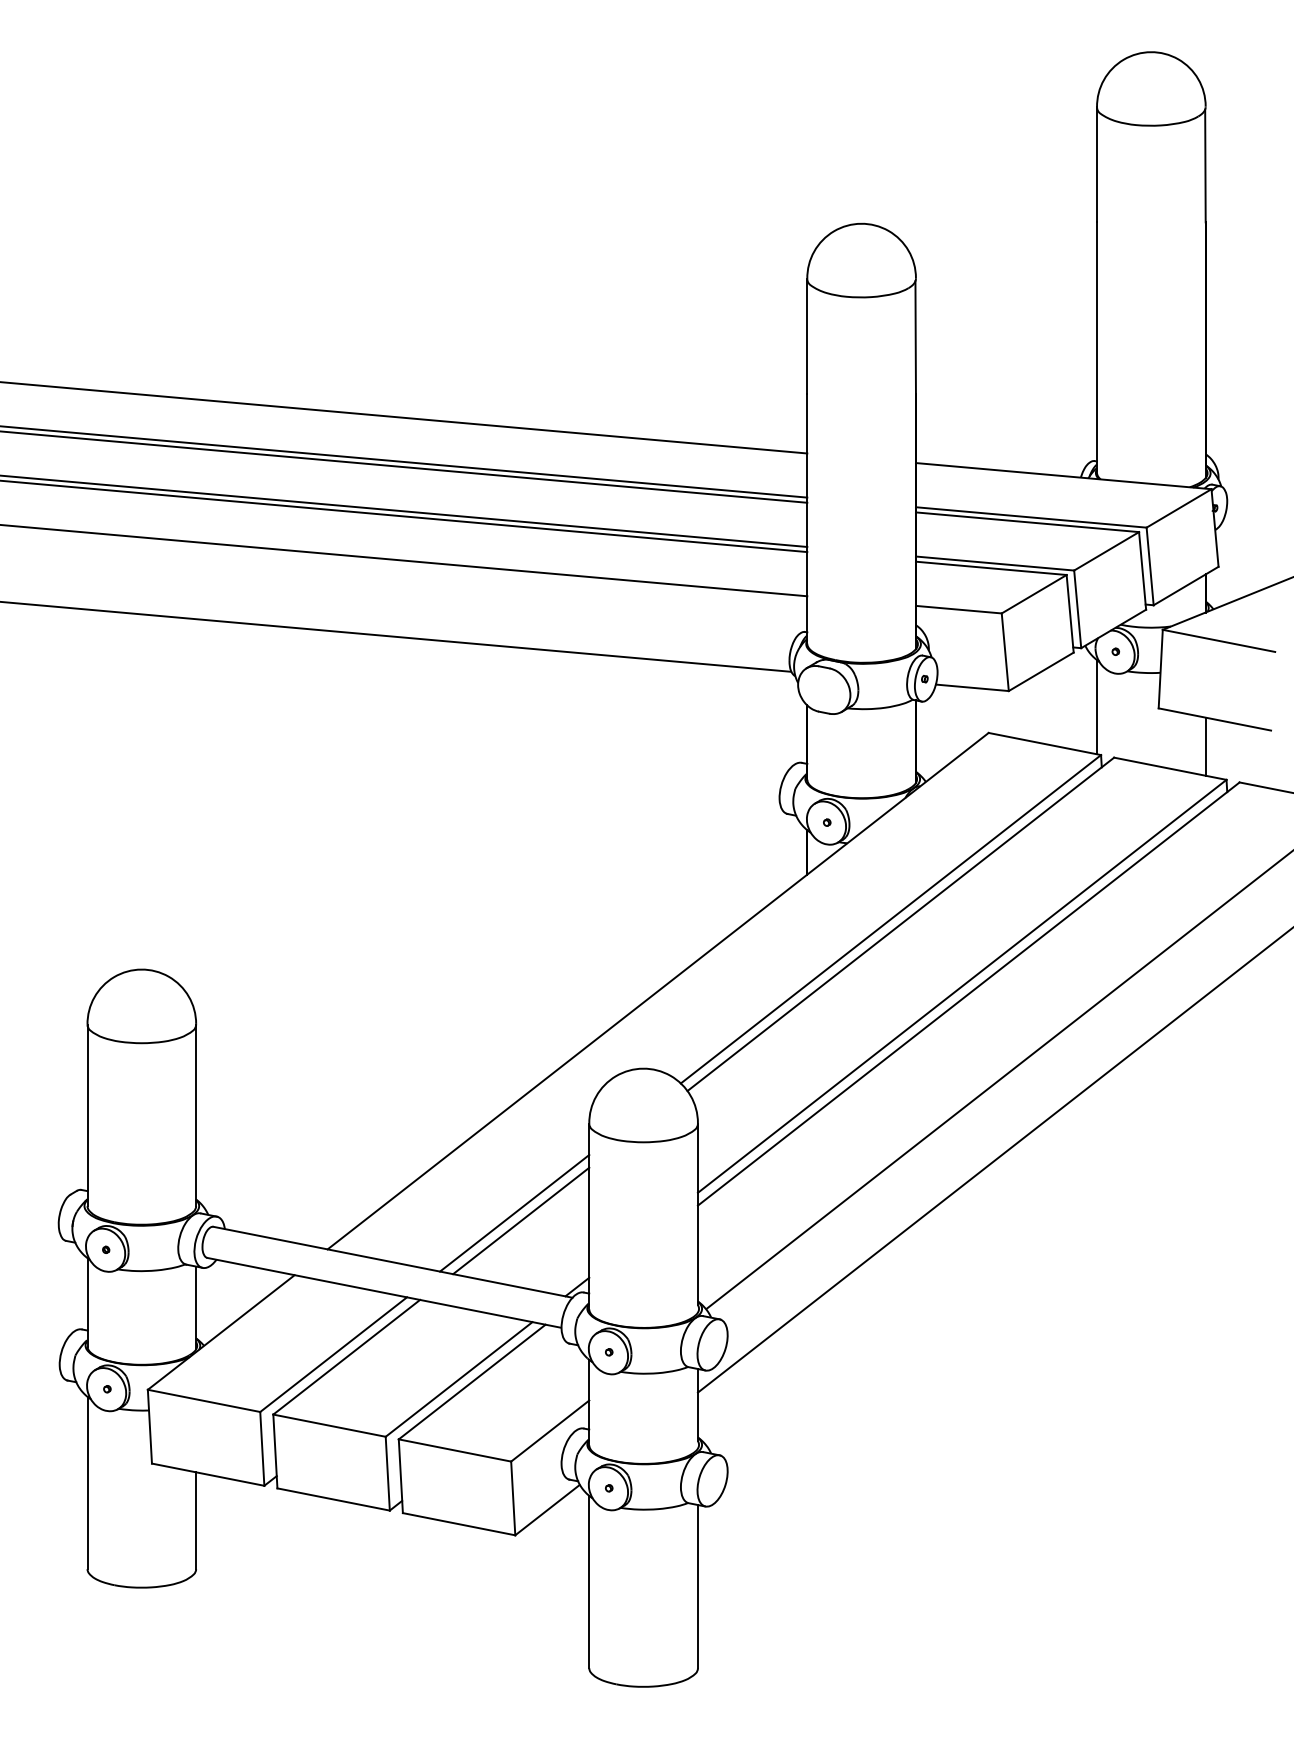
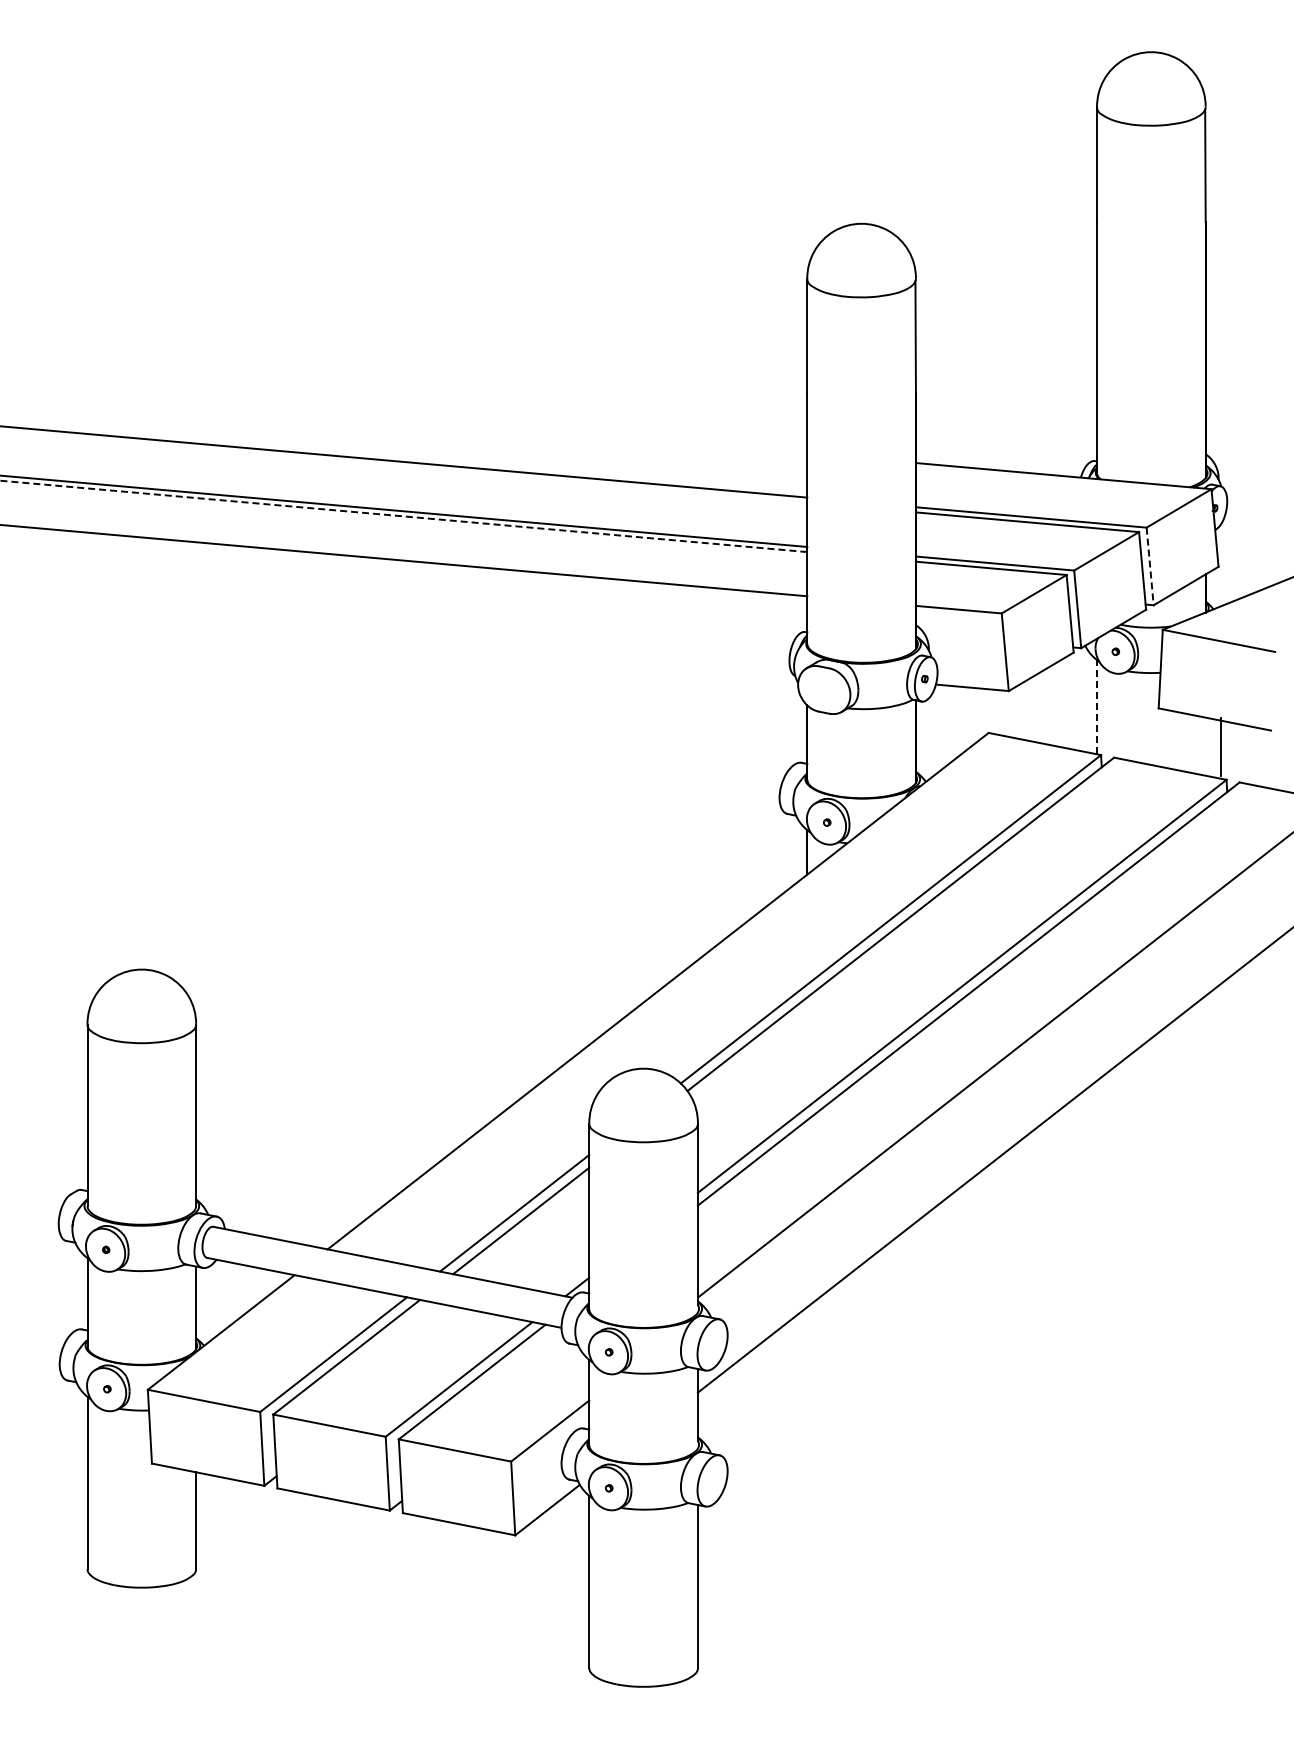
line at (404, 417): present -> none
line at (404, 466): present -> none
line at (403, 516): solid -> dashed
line at (1150, 566): solid -> dashed
line at (396, 636): present -> none
line at (1097, 706): solid -> dashed
line at (1205, 746) position: (1205, 746) -> (1220, 746)
line at (998, 1080) position: (998, 1080) -> (994, 1065)
